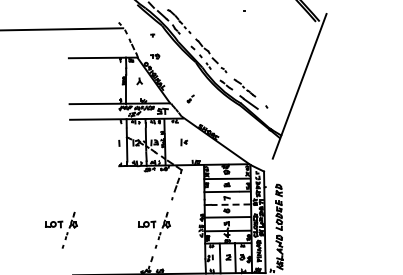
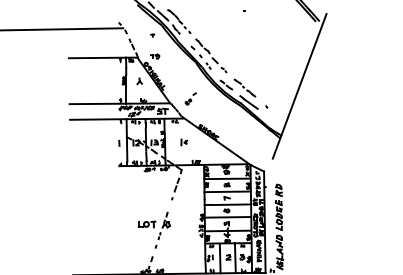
part at (190, 98) size: 9x10 px -> 13x14 px
line at (230, 204): dashed -> solid
part at (61, 229): present -> none
